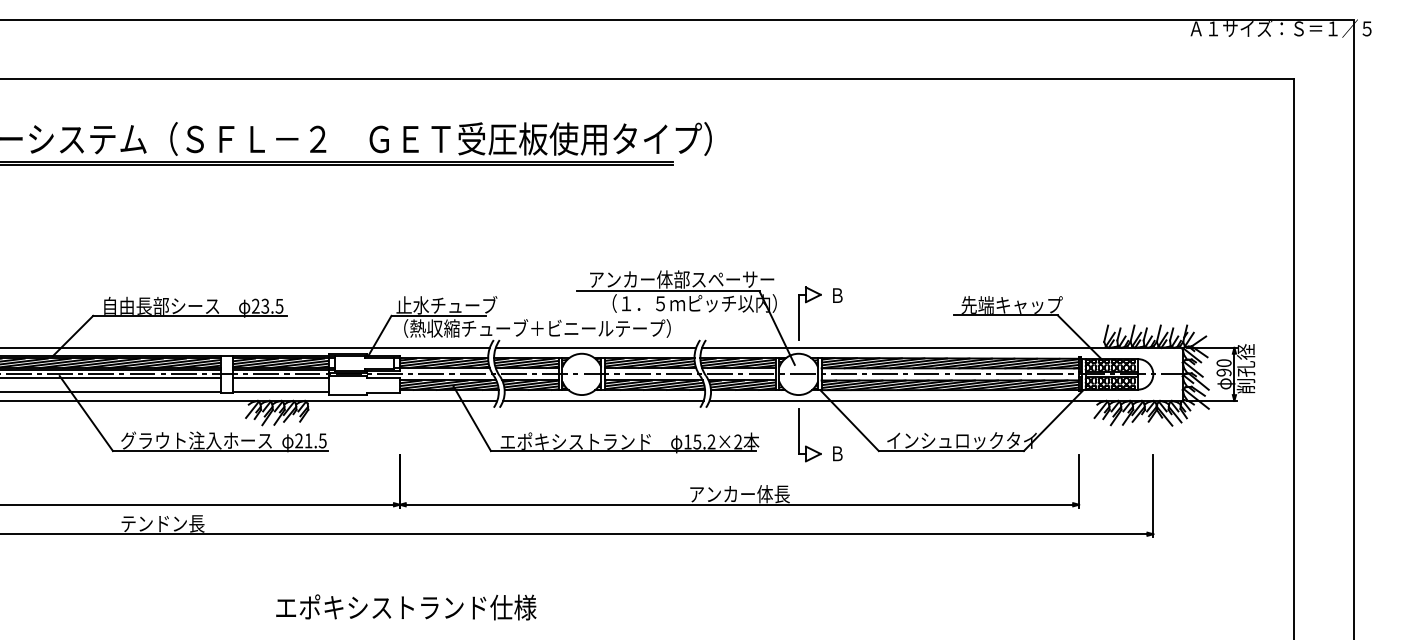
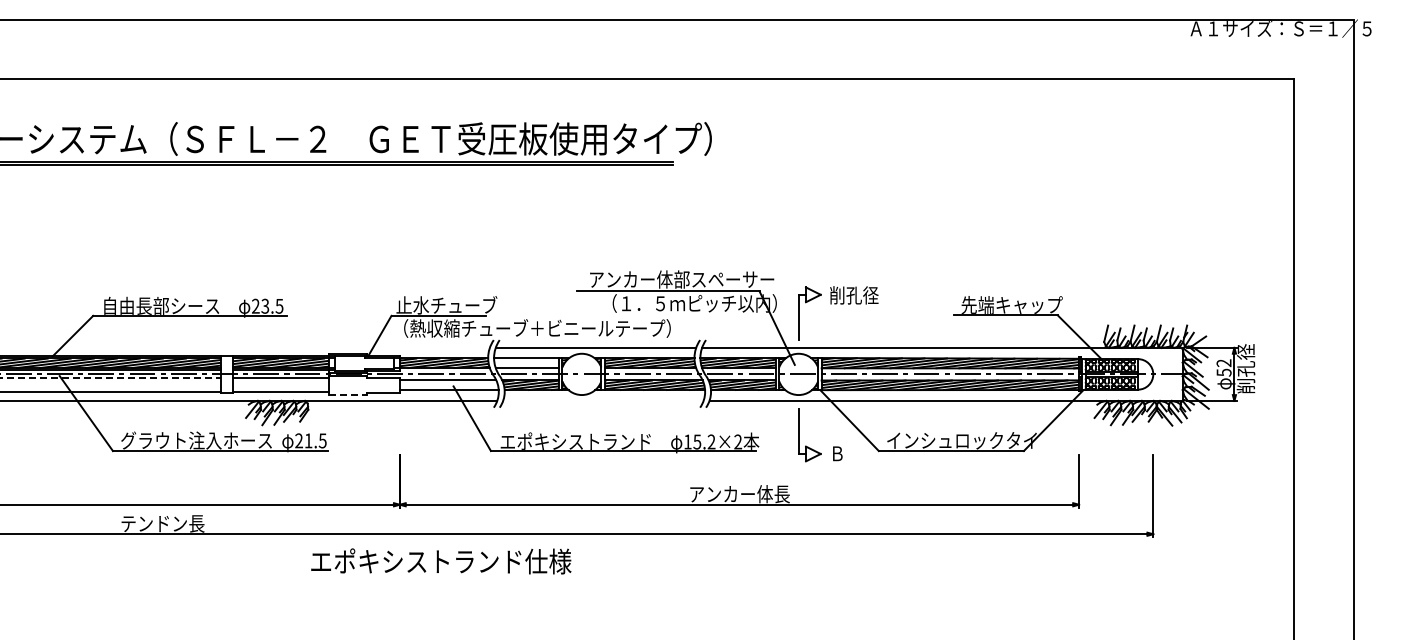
text at (854, 295): Ｂ -> 削孔径
line at (245, 347): present -> none
hatch at (526, 363): present -> none
text at (1223, 367): 90 -> 52
line at (110, 378): solid -> dashed
hatch at (448, 385): present -> none
line at (347, 394): solid -> dashed
line at (603, 400): present -> none
text at (406, 607) position: (406, 607) -> (441, 561)
